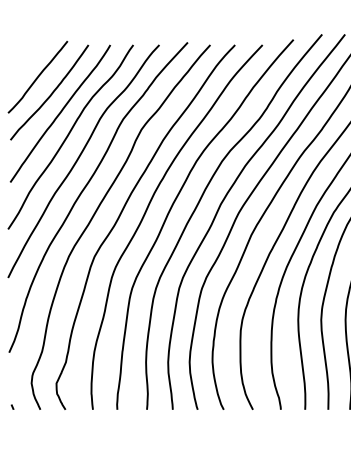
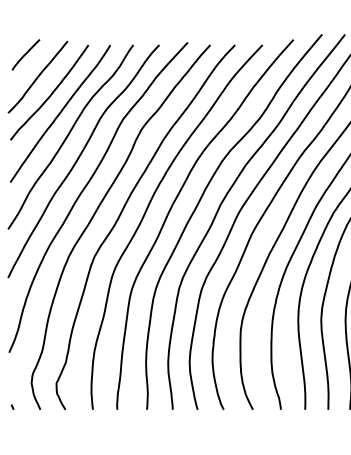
curve at (25, 54): none -> present
